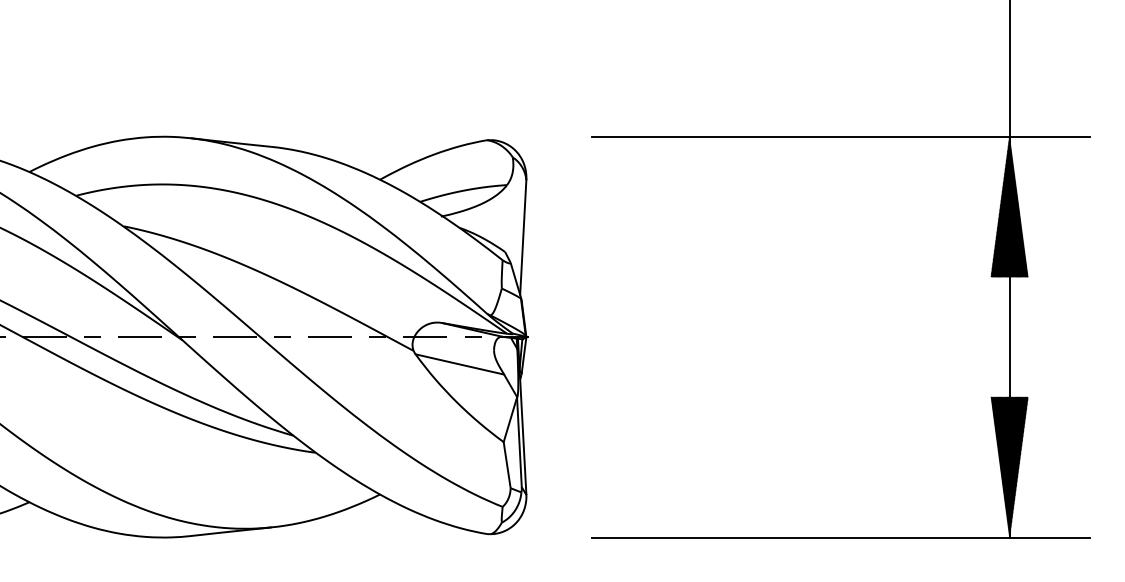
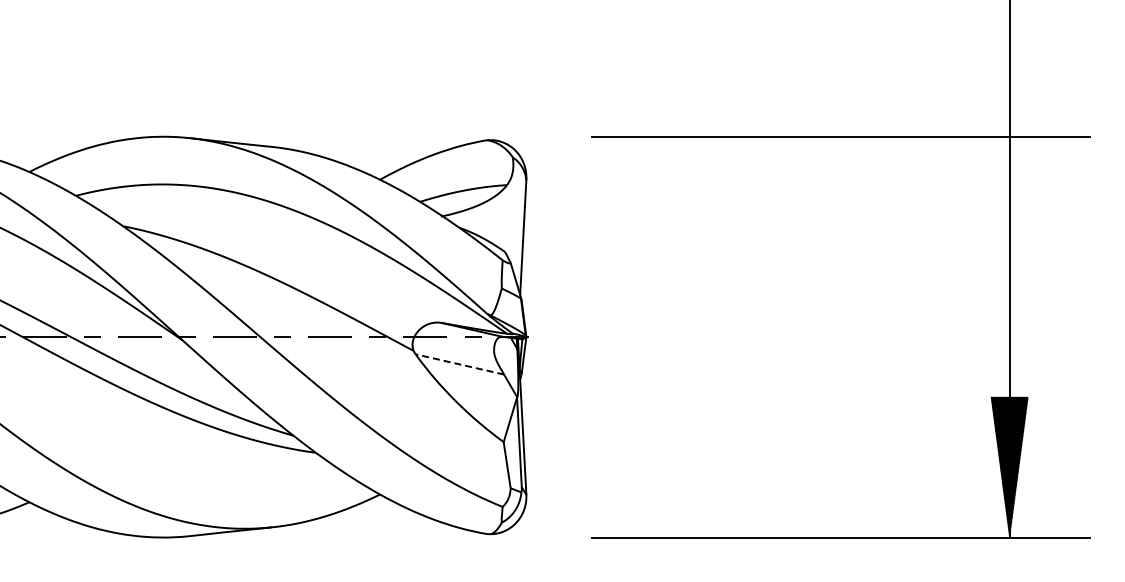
hatch at (1009, 206): present -> none
line at (459, 364): solid -> dashed
